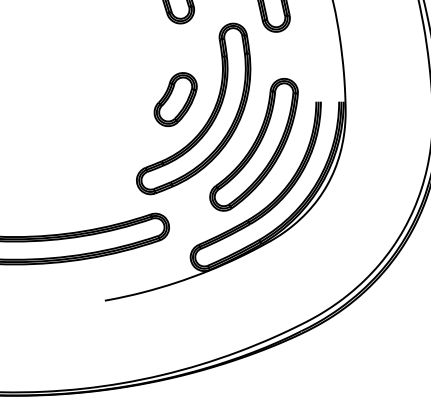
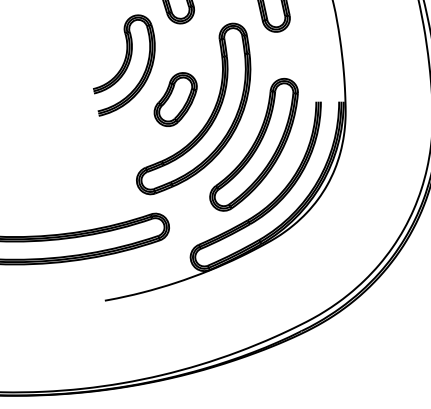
part at (124, 65): none -> present
